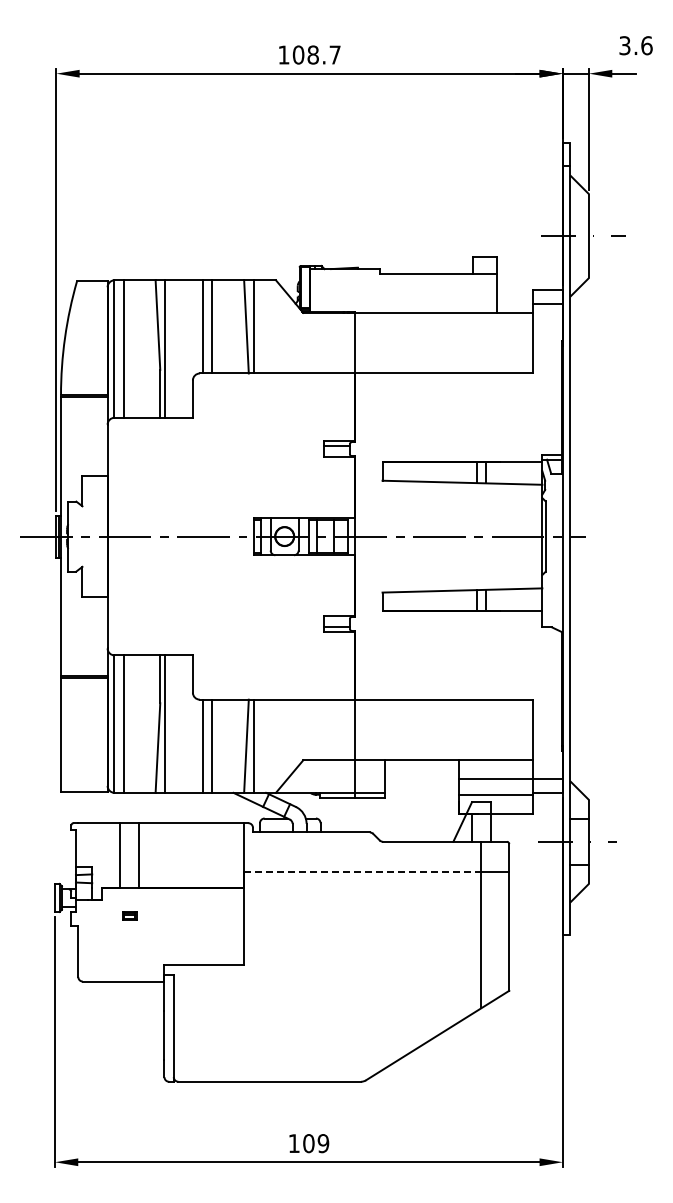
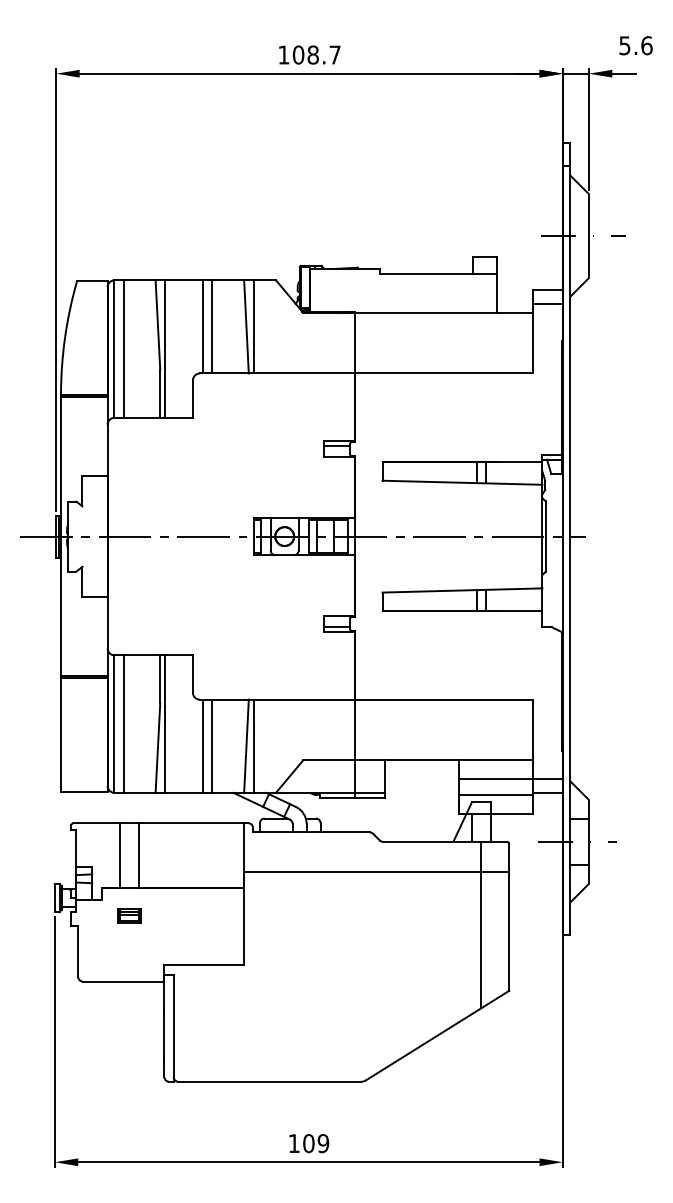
text at (625, 45): 3.6 -> 5.6
line at (362, 872): dashed -> solid
part at (129, 915) size: 16x10 px -> 25x16 px
